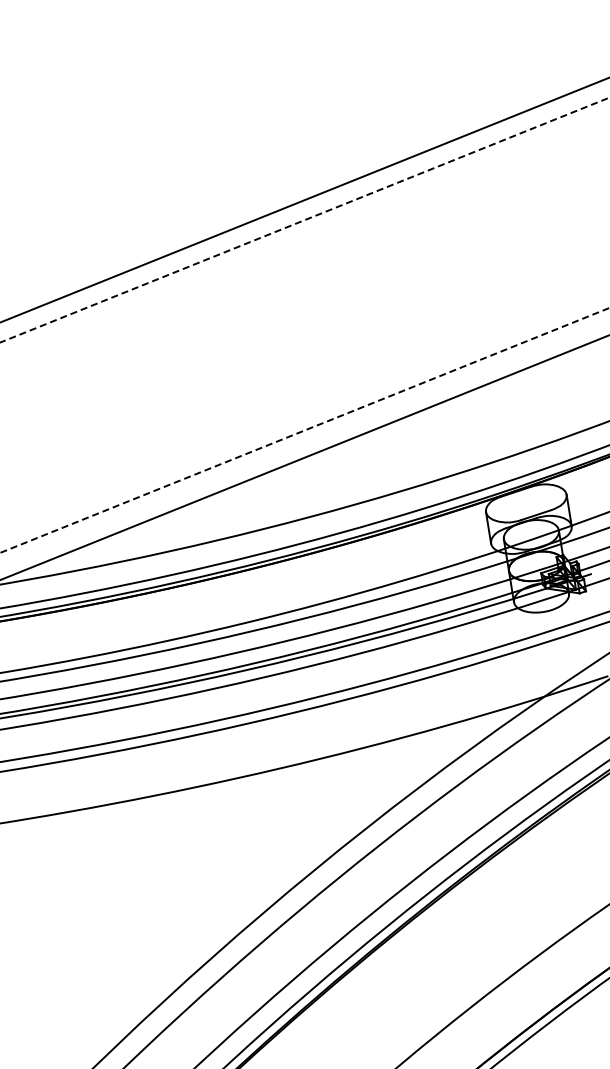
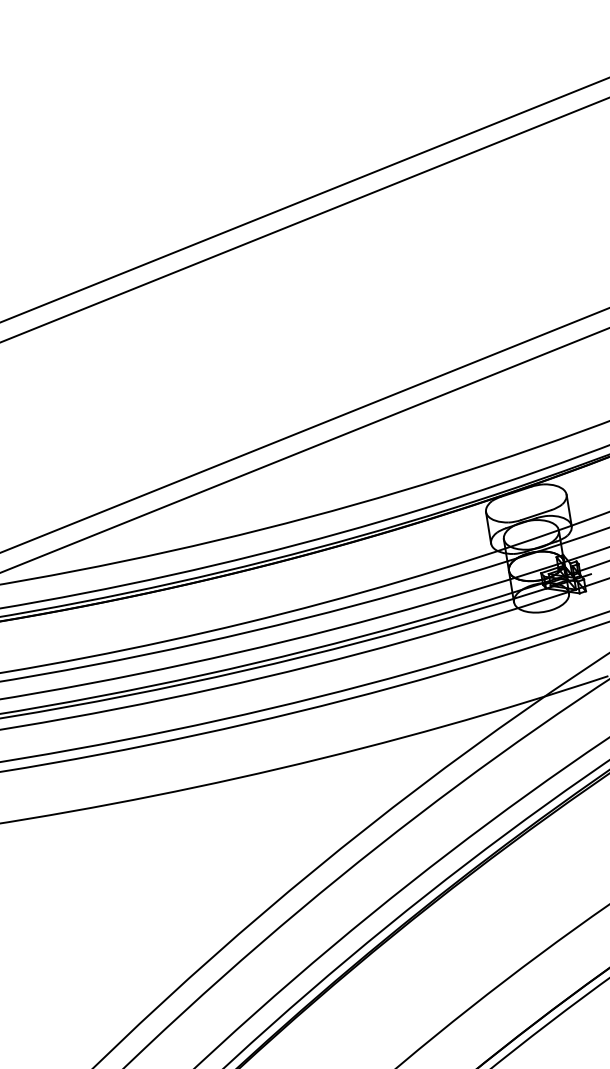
line at (304, 220): dashed -> solid
line at (304, 430): dashed -> solid
line at (304, 457) position: (304, 457) -> (304, 450)
